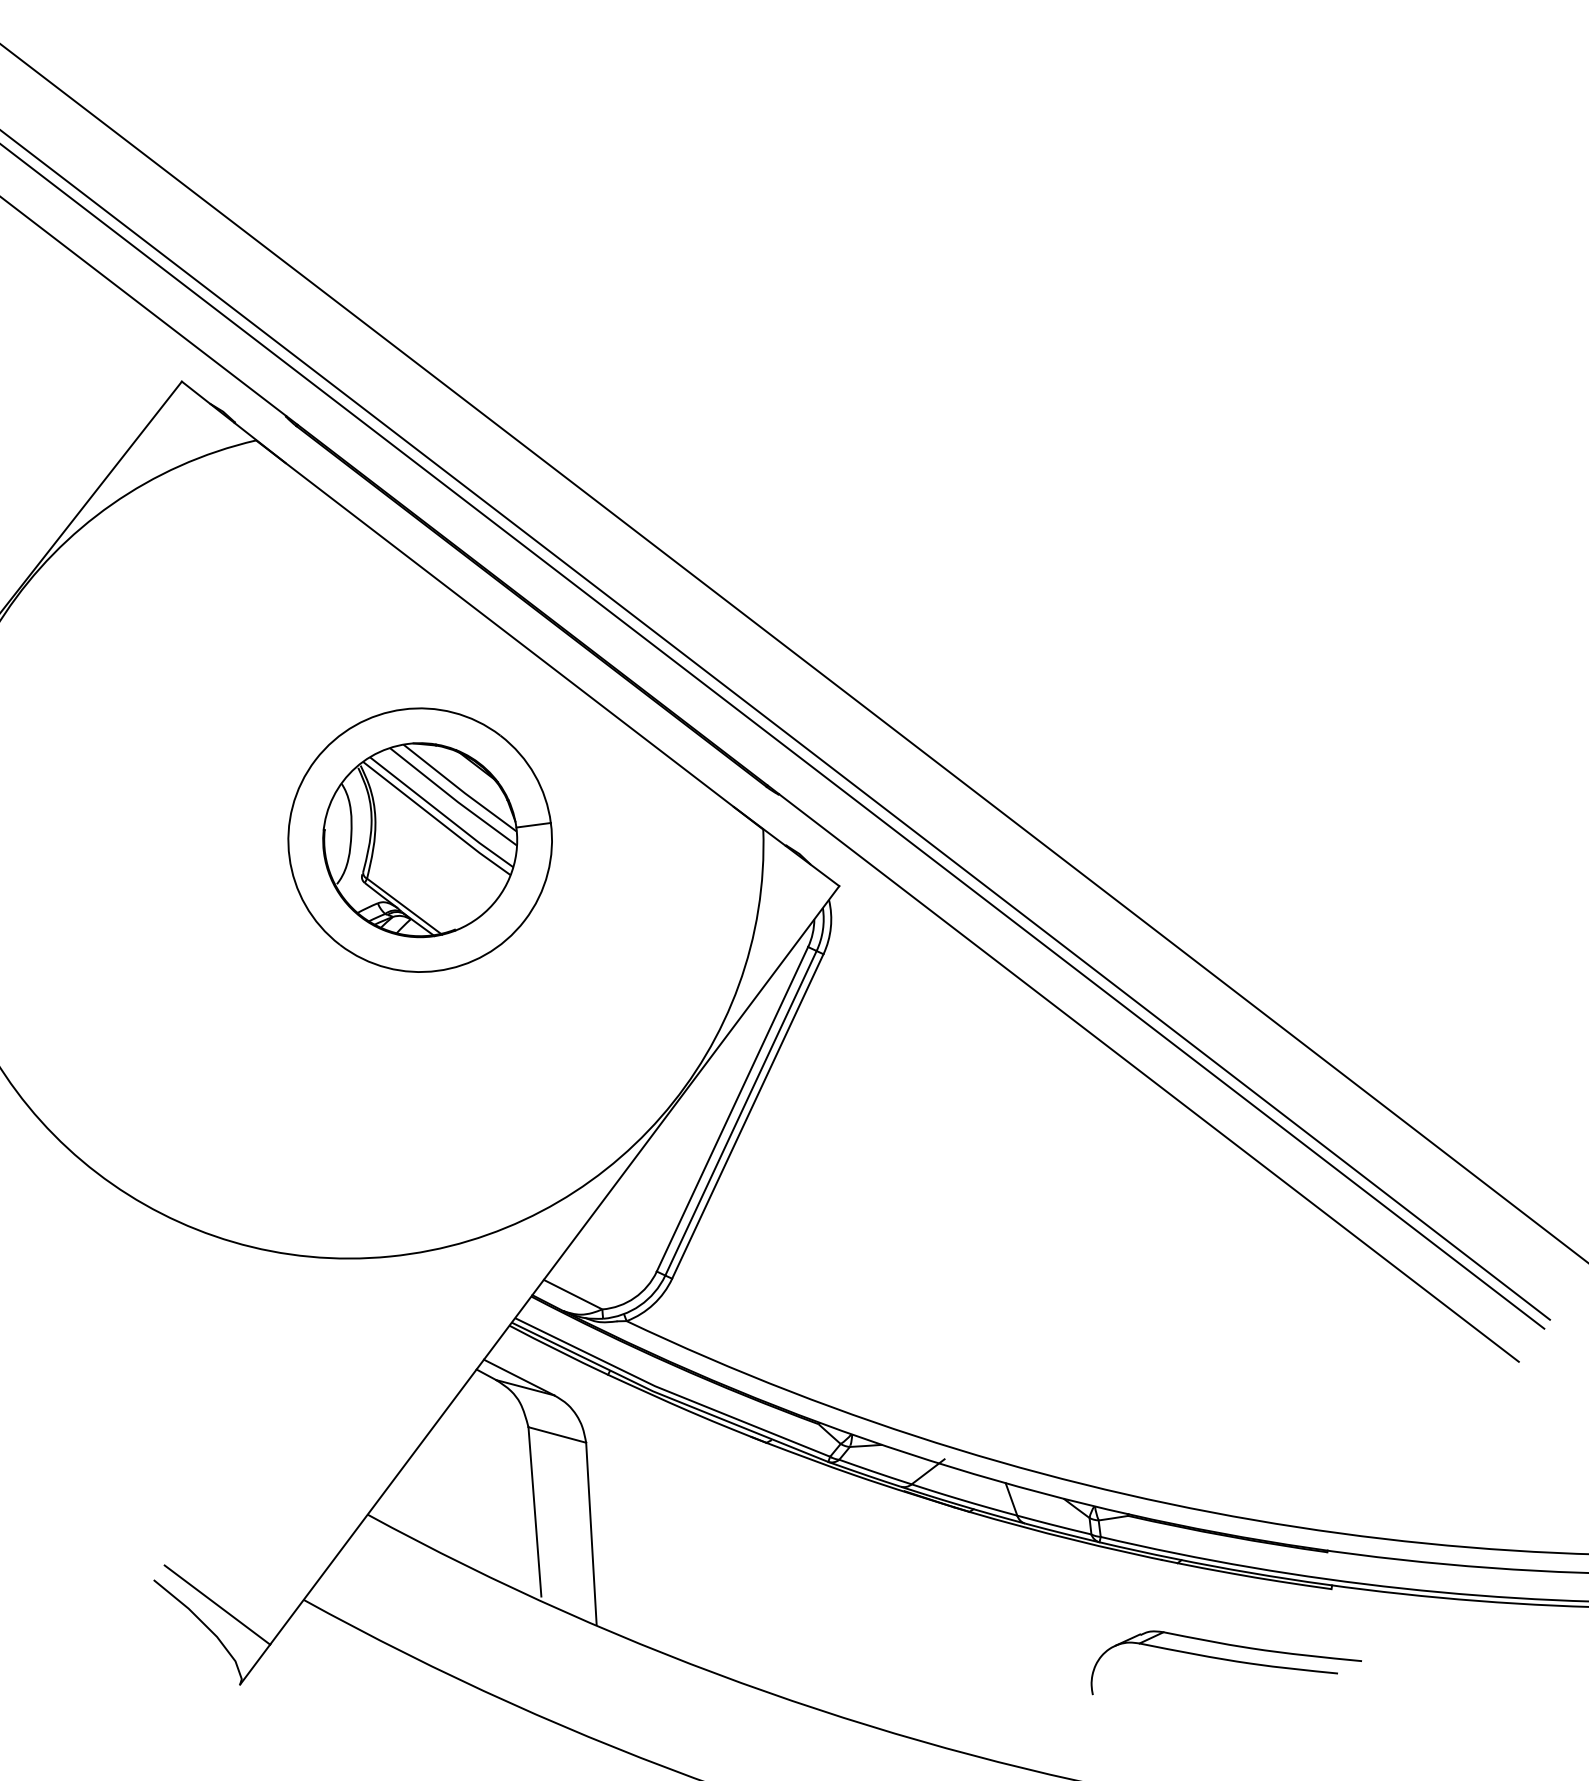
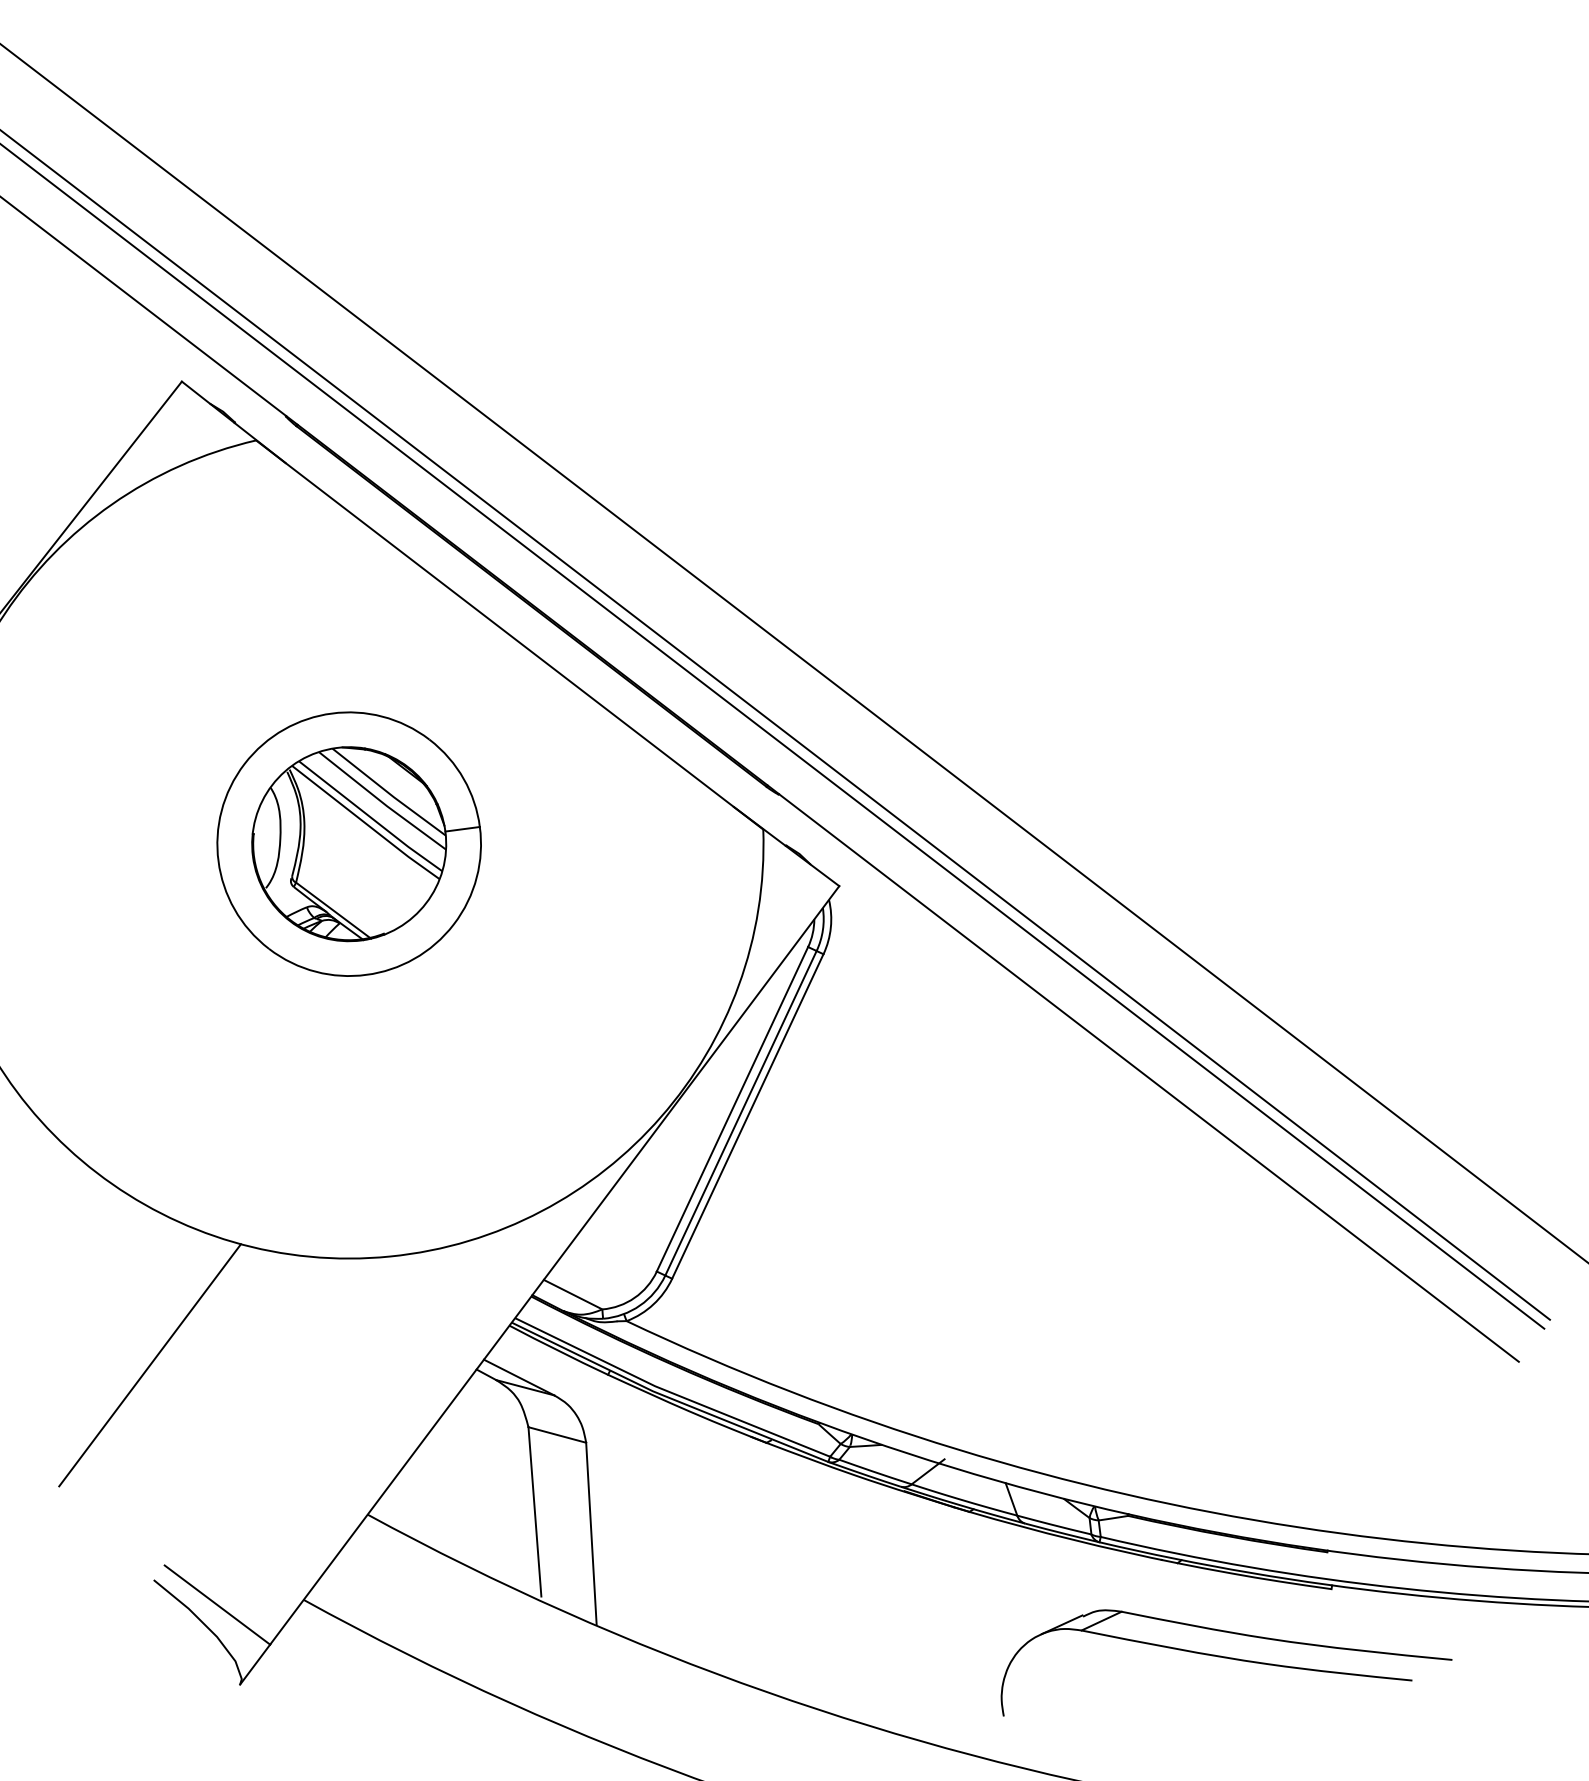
part at (419, 839) position: (419, 839) -> (348, 843)
line at (150, 1365): none -> present
part at (1225, 1662) size: 272x66 px -> 453x108 px
